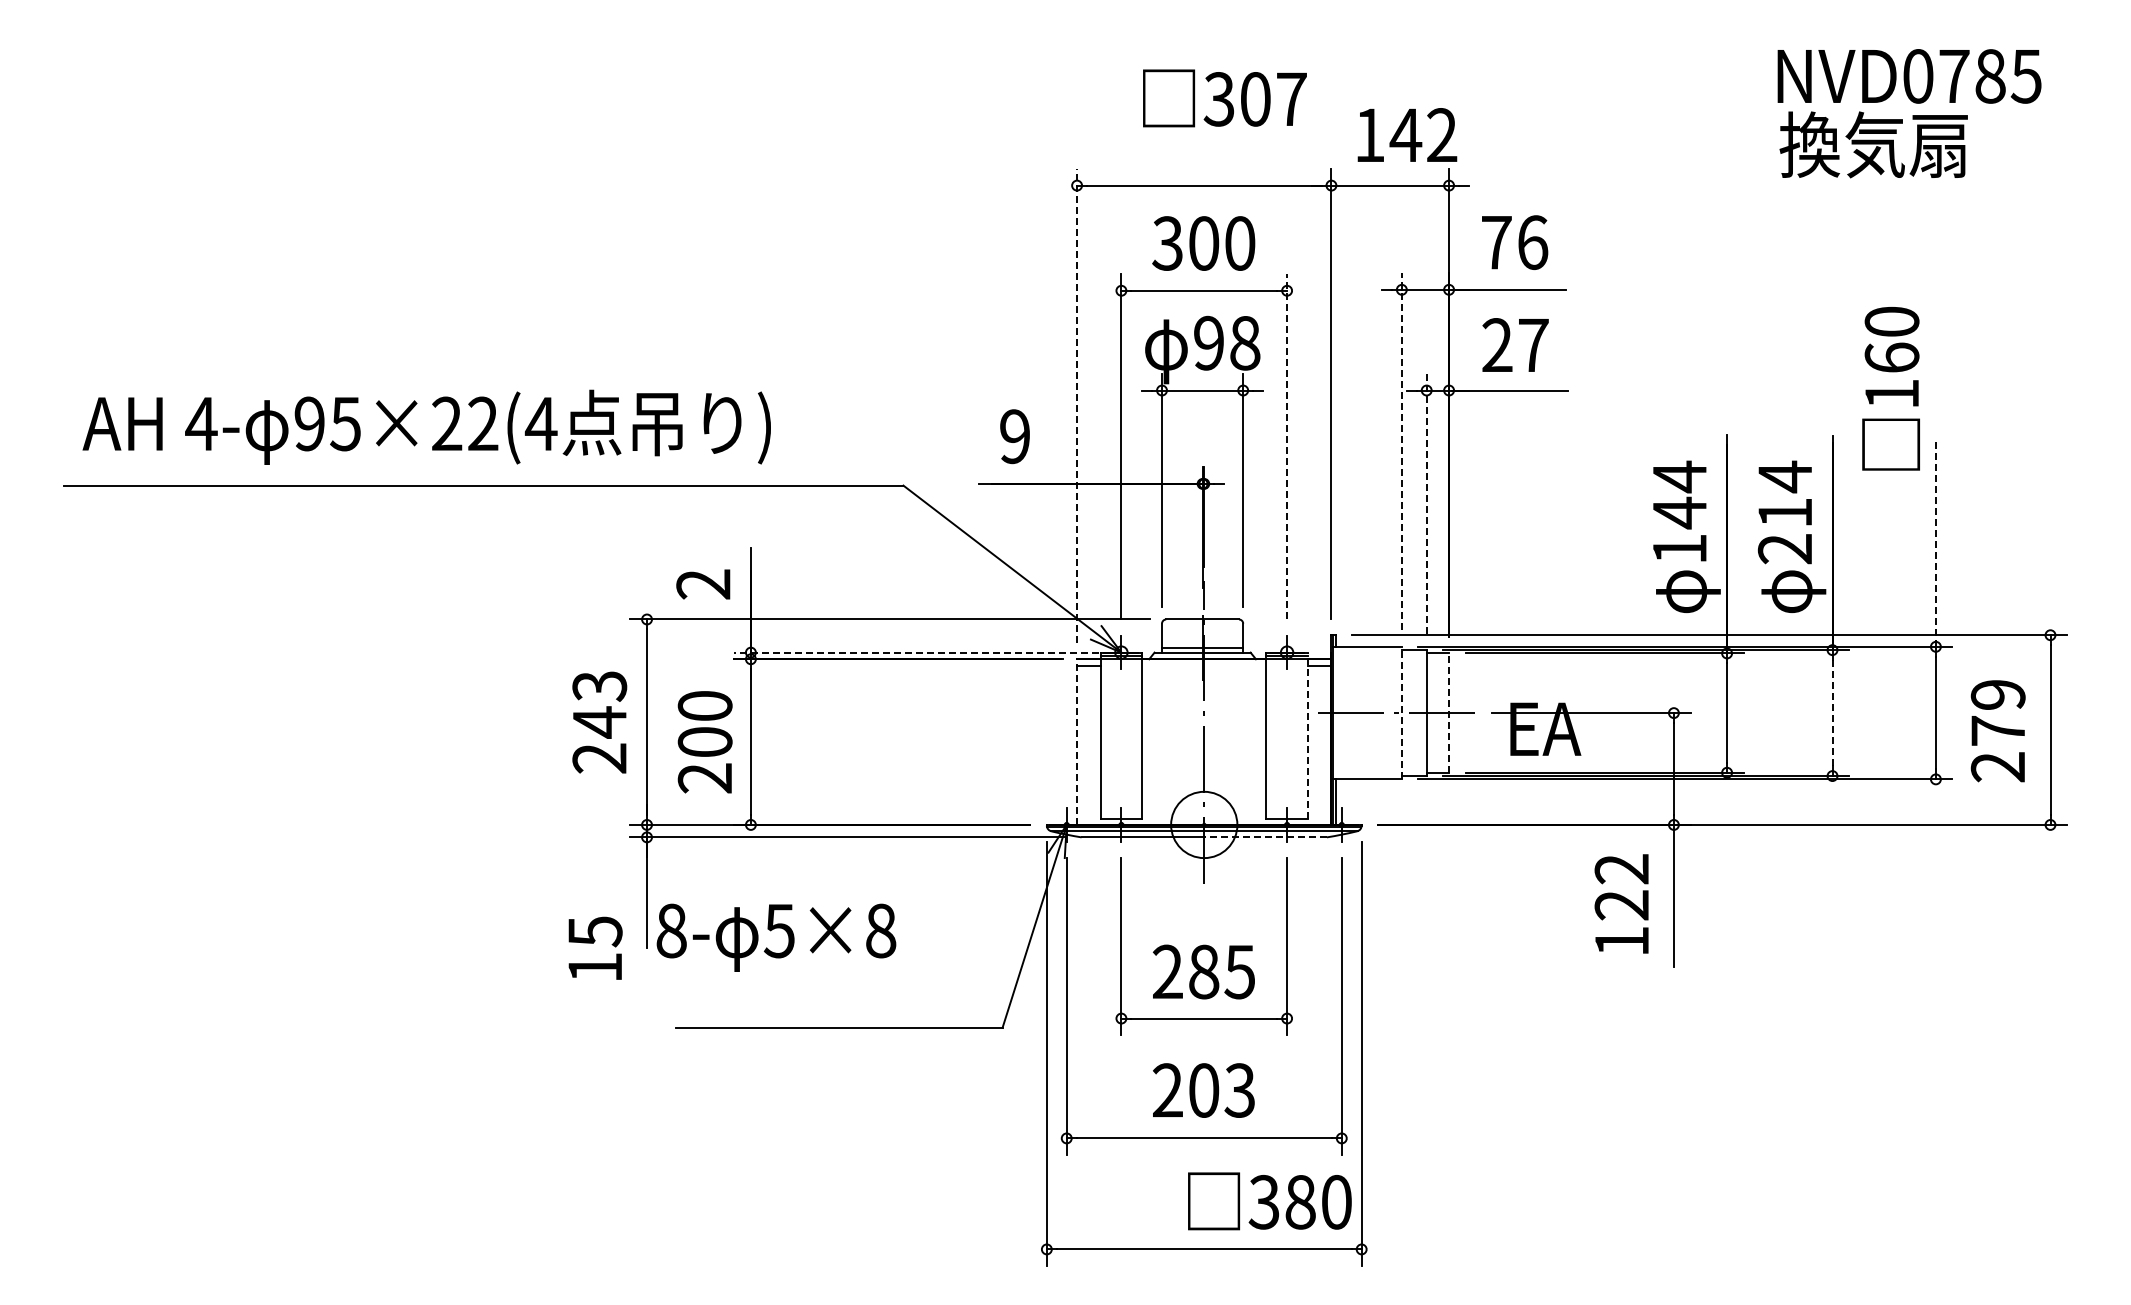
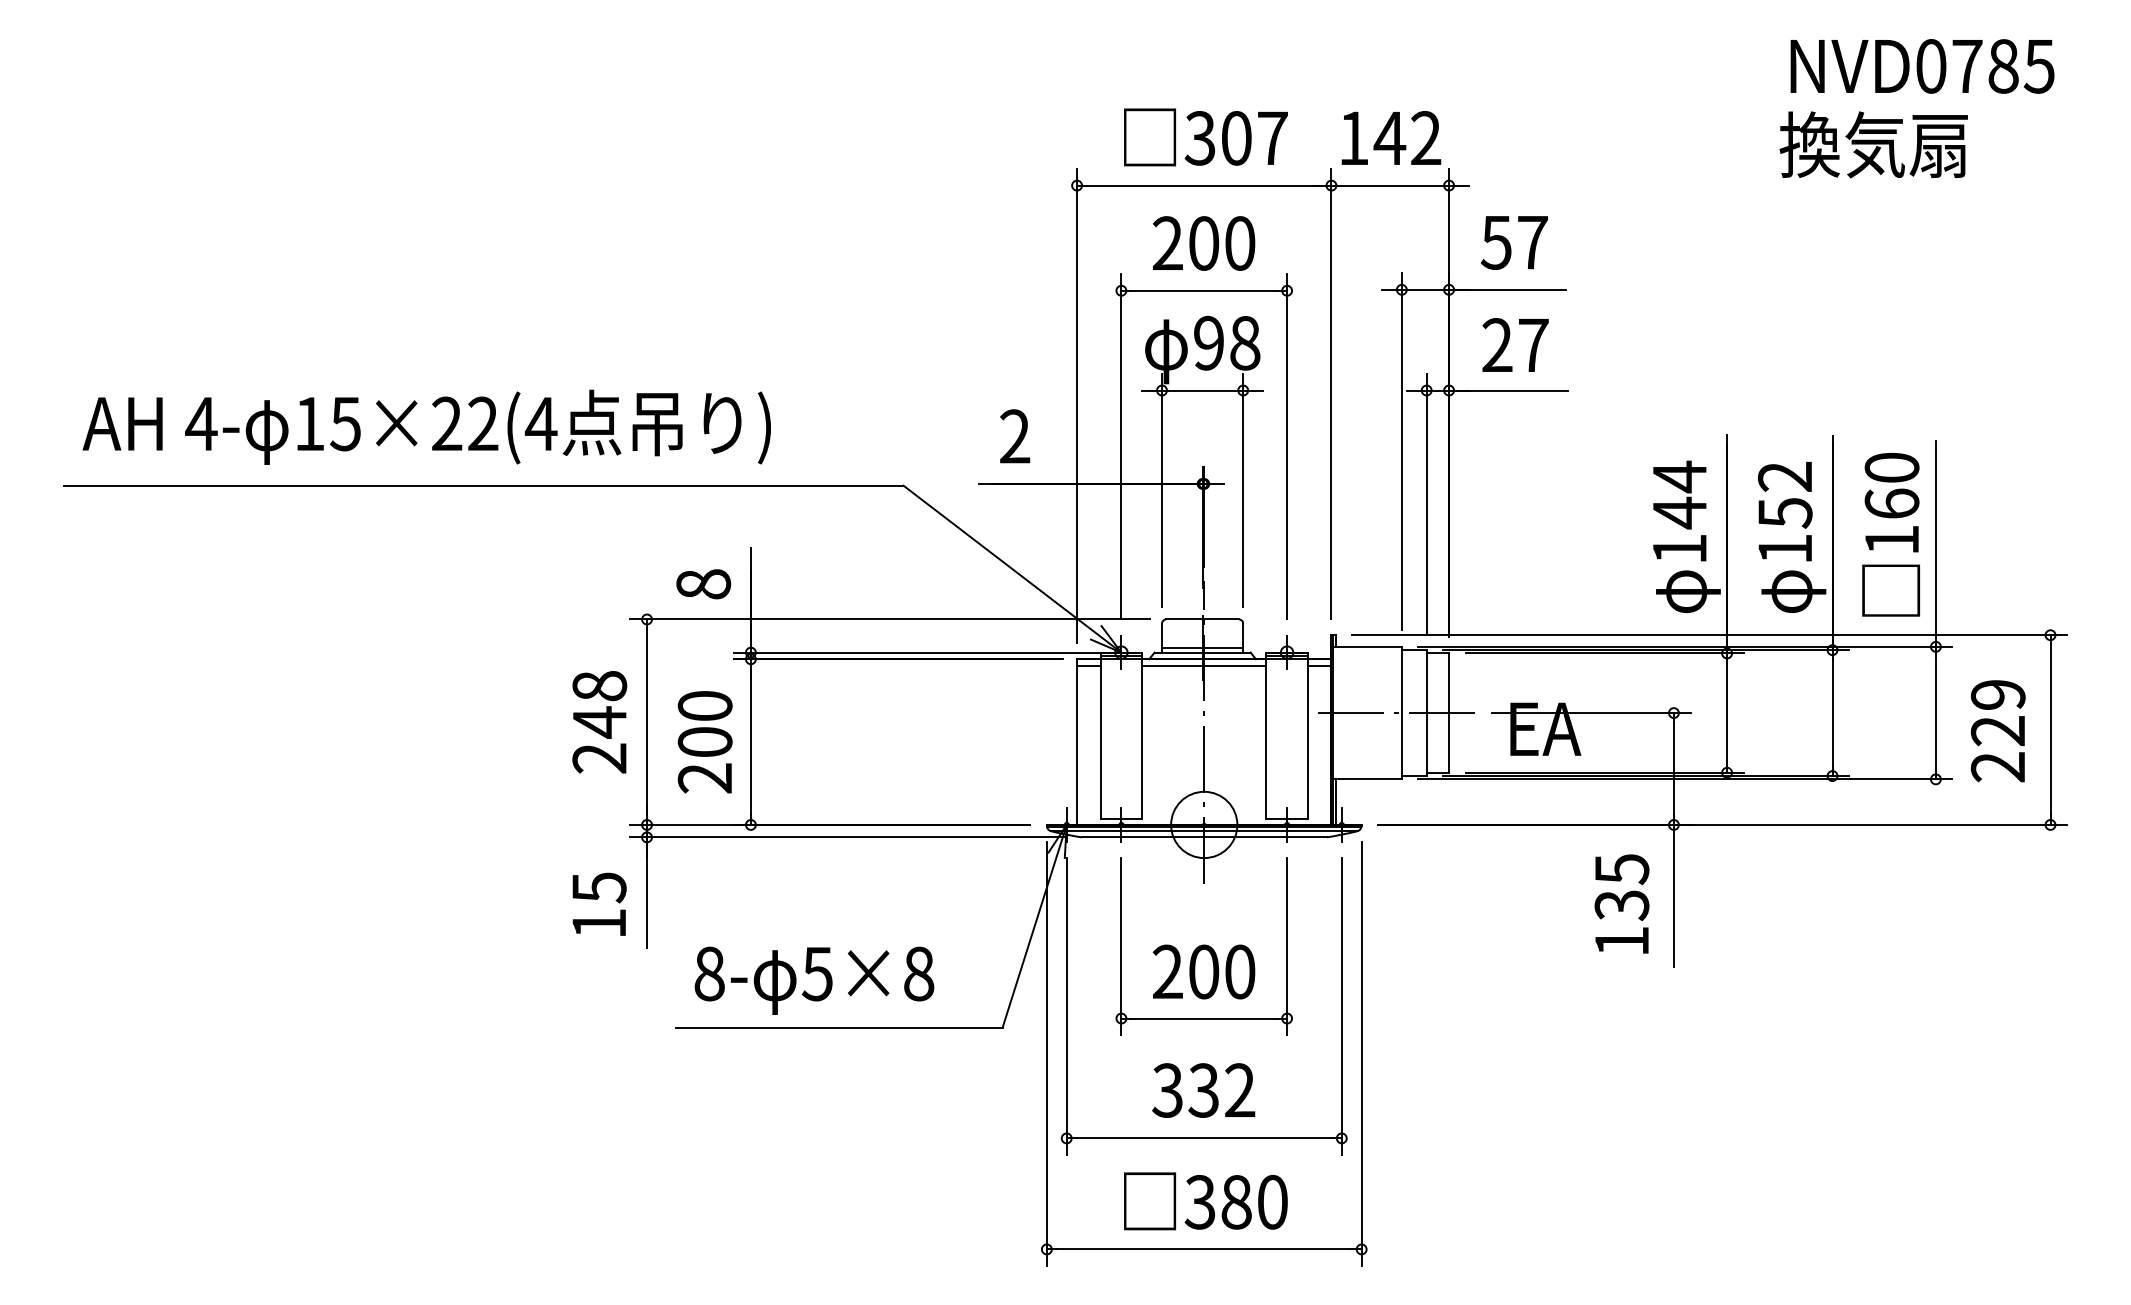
text at (1909, 76) position: (1909, 76) -> (1922, 66)
text at (1224, 98) position: (1224, 98) -> (1205, 137)
text at (1407, 134) position: (1407, 134) -> (1391, 137)
text at (1514, 242): 76 -> 57
text at (1167, 243): 300 -> 200
text at (1890, 388) position: (1890, 388) -> (1890, 534)
line at (1077, 405): dashed -> solid
text at (309, 423): 95×22(4 -> 15×22(4
text at (1015, 436): 9 -> 2
line at (1287, 446): dashed -> solid
line at (1401, 451): dashed -> solid
line at (1426, 503): dashed -> solid
text at (1784, 512): 214 -> 152
line at (1935, 544): dashed -> solid
text at (703, 584): 2 -> 8
line at (926, 652): dashed -> solid
line at (1204, 665): none -> present
text at (599, 686): 243 -> 248
line at (1401, 712): dashed -> solid
line at (1449, 713): dashed -> solid
line at (1832, 713): dashed -> solid
text at (1997, 731): 279 -> 229
line at (1307, 735): dashed -> solid
line at (1077, 742): dashed -> solid
line at (1265, 837): dashed -> solid
text at (1621, 887): 122 -> 135
text at (776, 937) position: (776, 937) -> (814, 980)
text at (595, 947) position: (595, 947) -> (599, 903)
text at (1222, 971): 285 -> 200
text at (1203, 1090): 203 -> 332
text at (1269, 1201) position: (1269, 1201) -> (1205, 1201)
